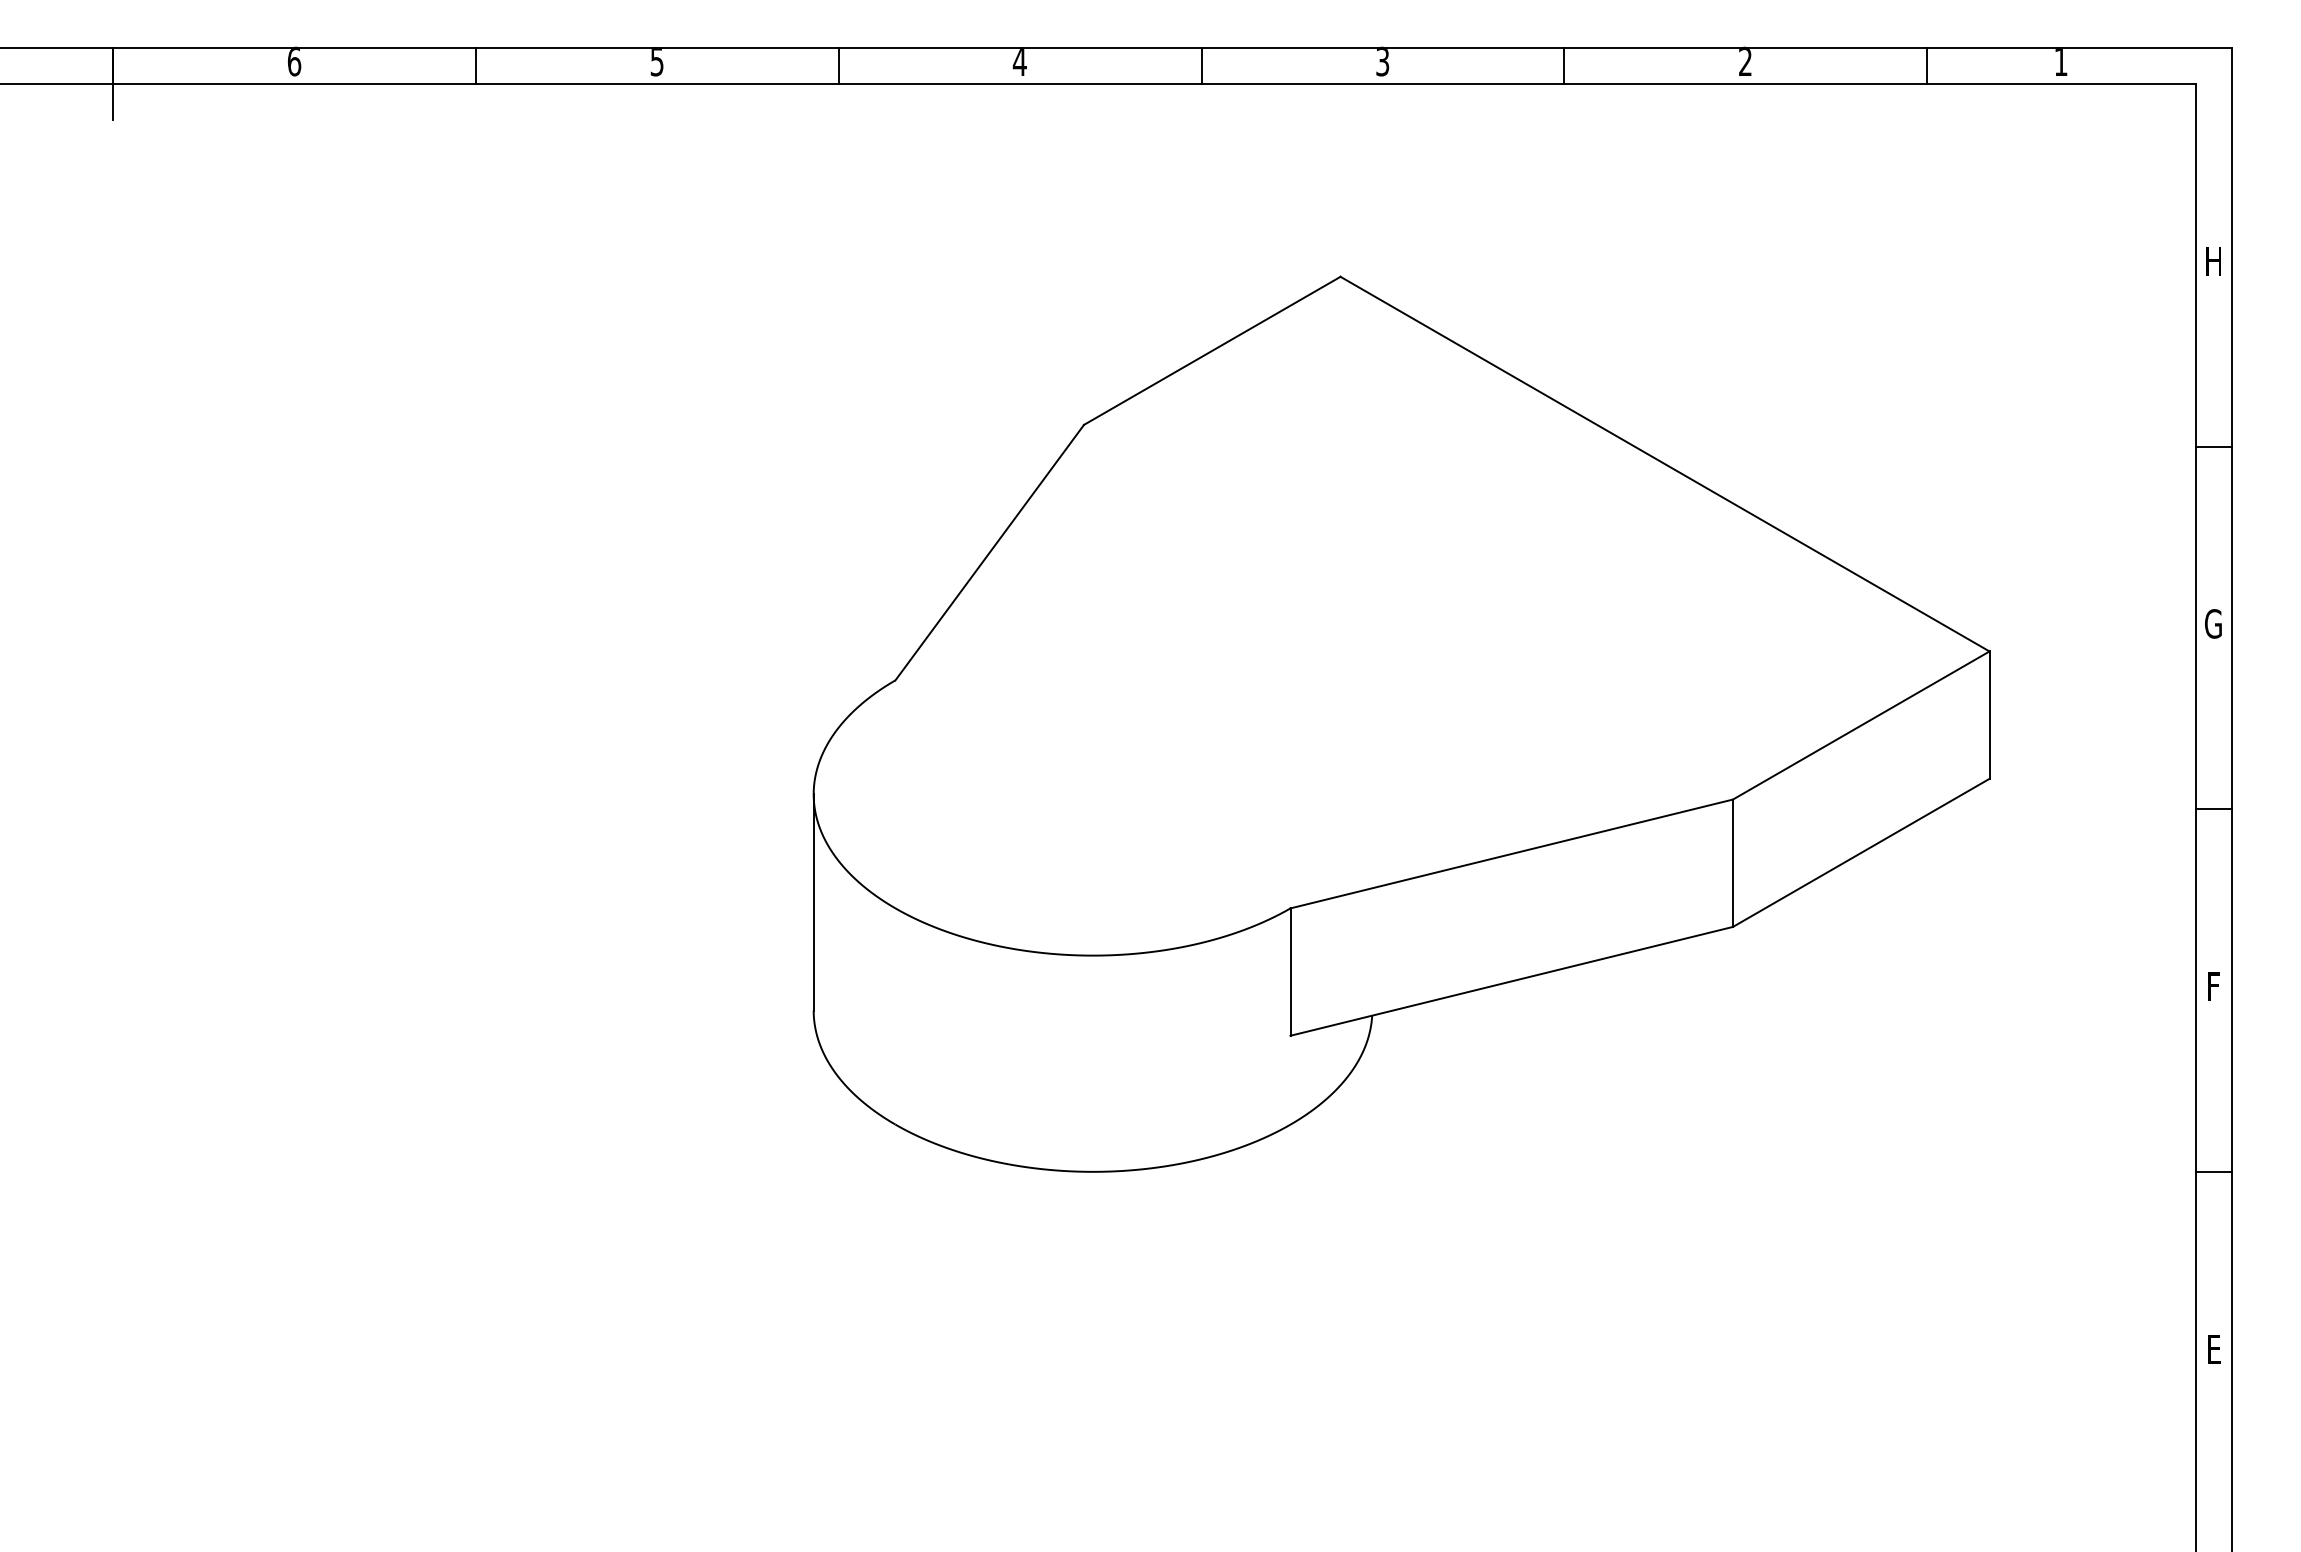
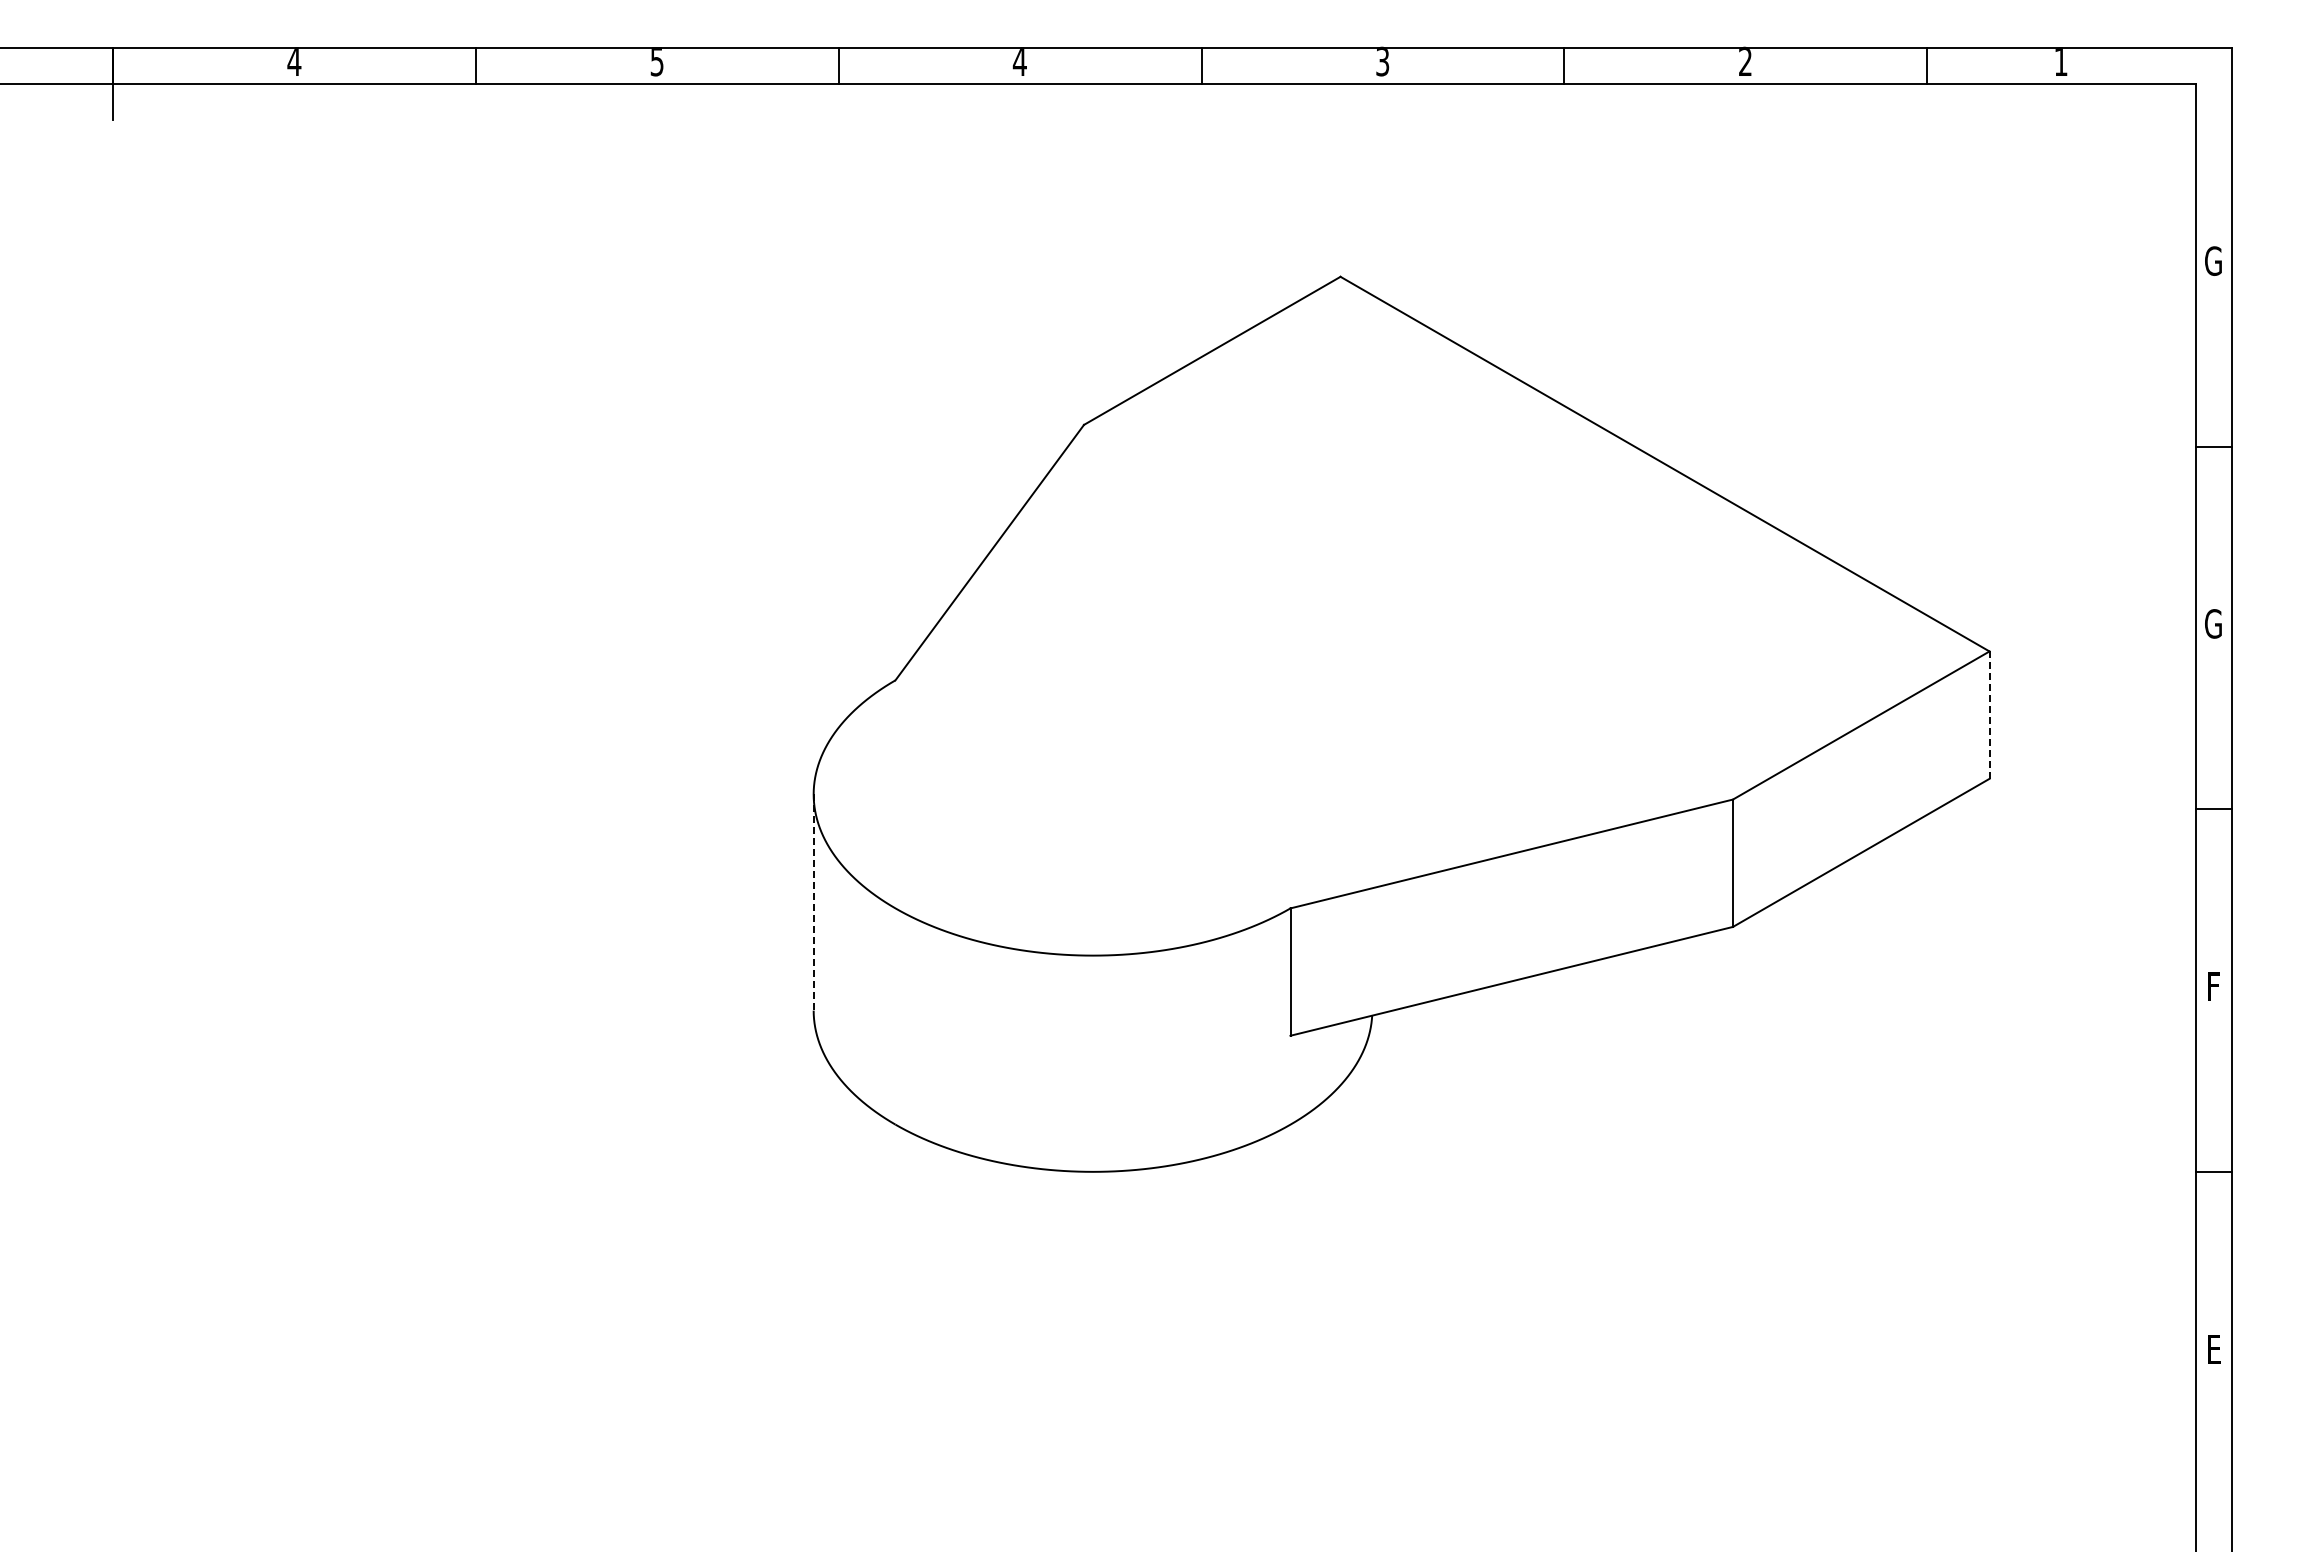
text at (294, 61): 6 -> 4
text at (2213, 260): H -> G
line at (1989, 715): solid -> dashed
line at (813, 902): solid -> dashed
